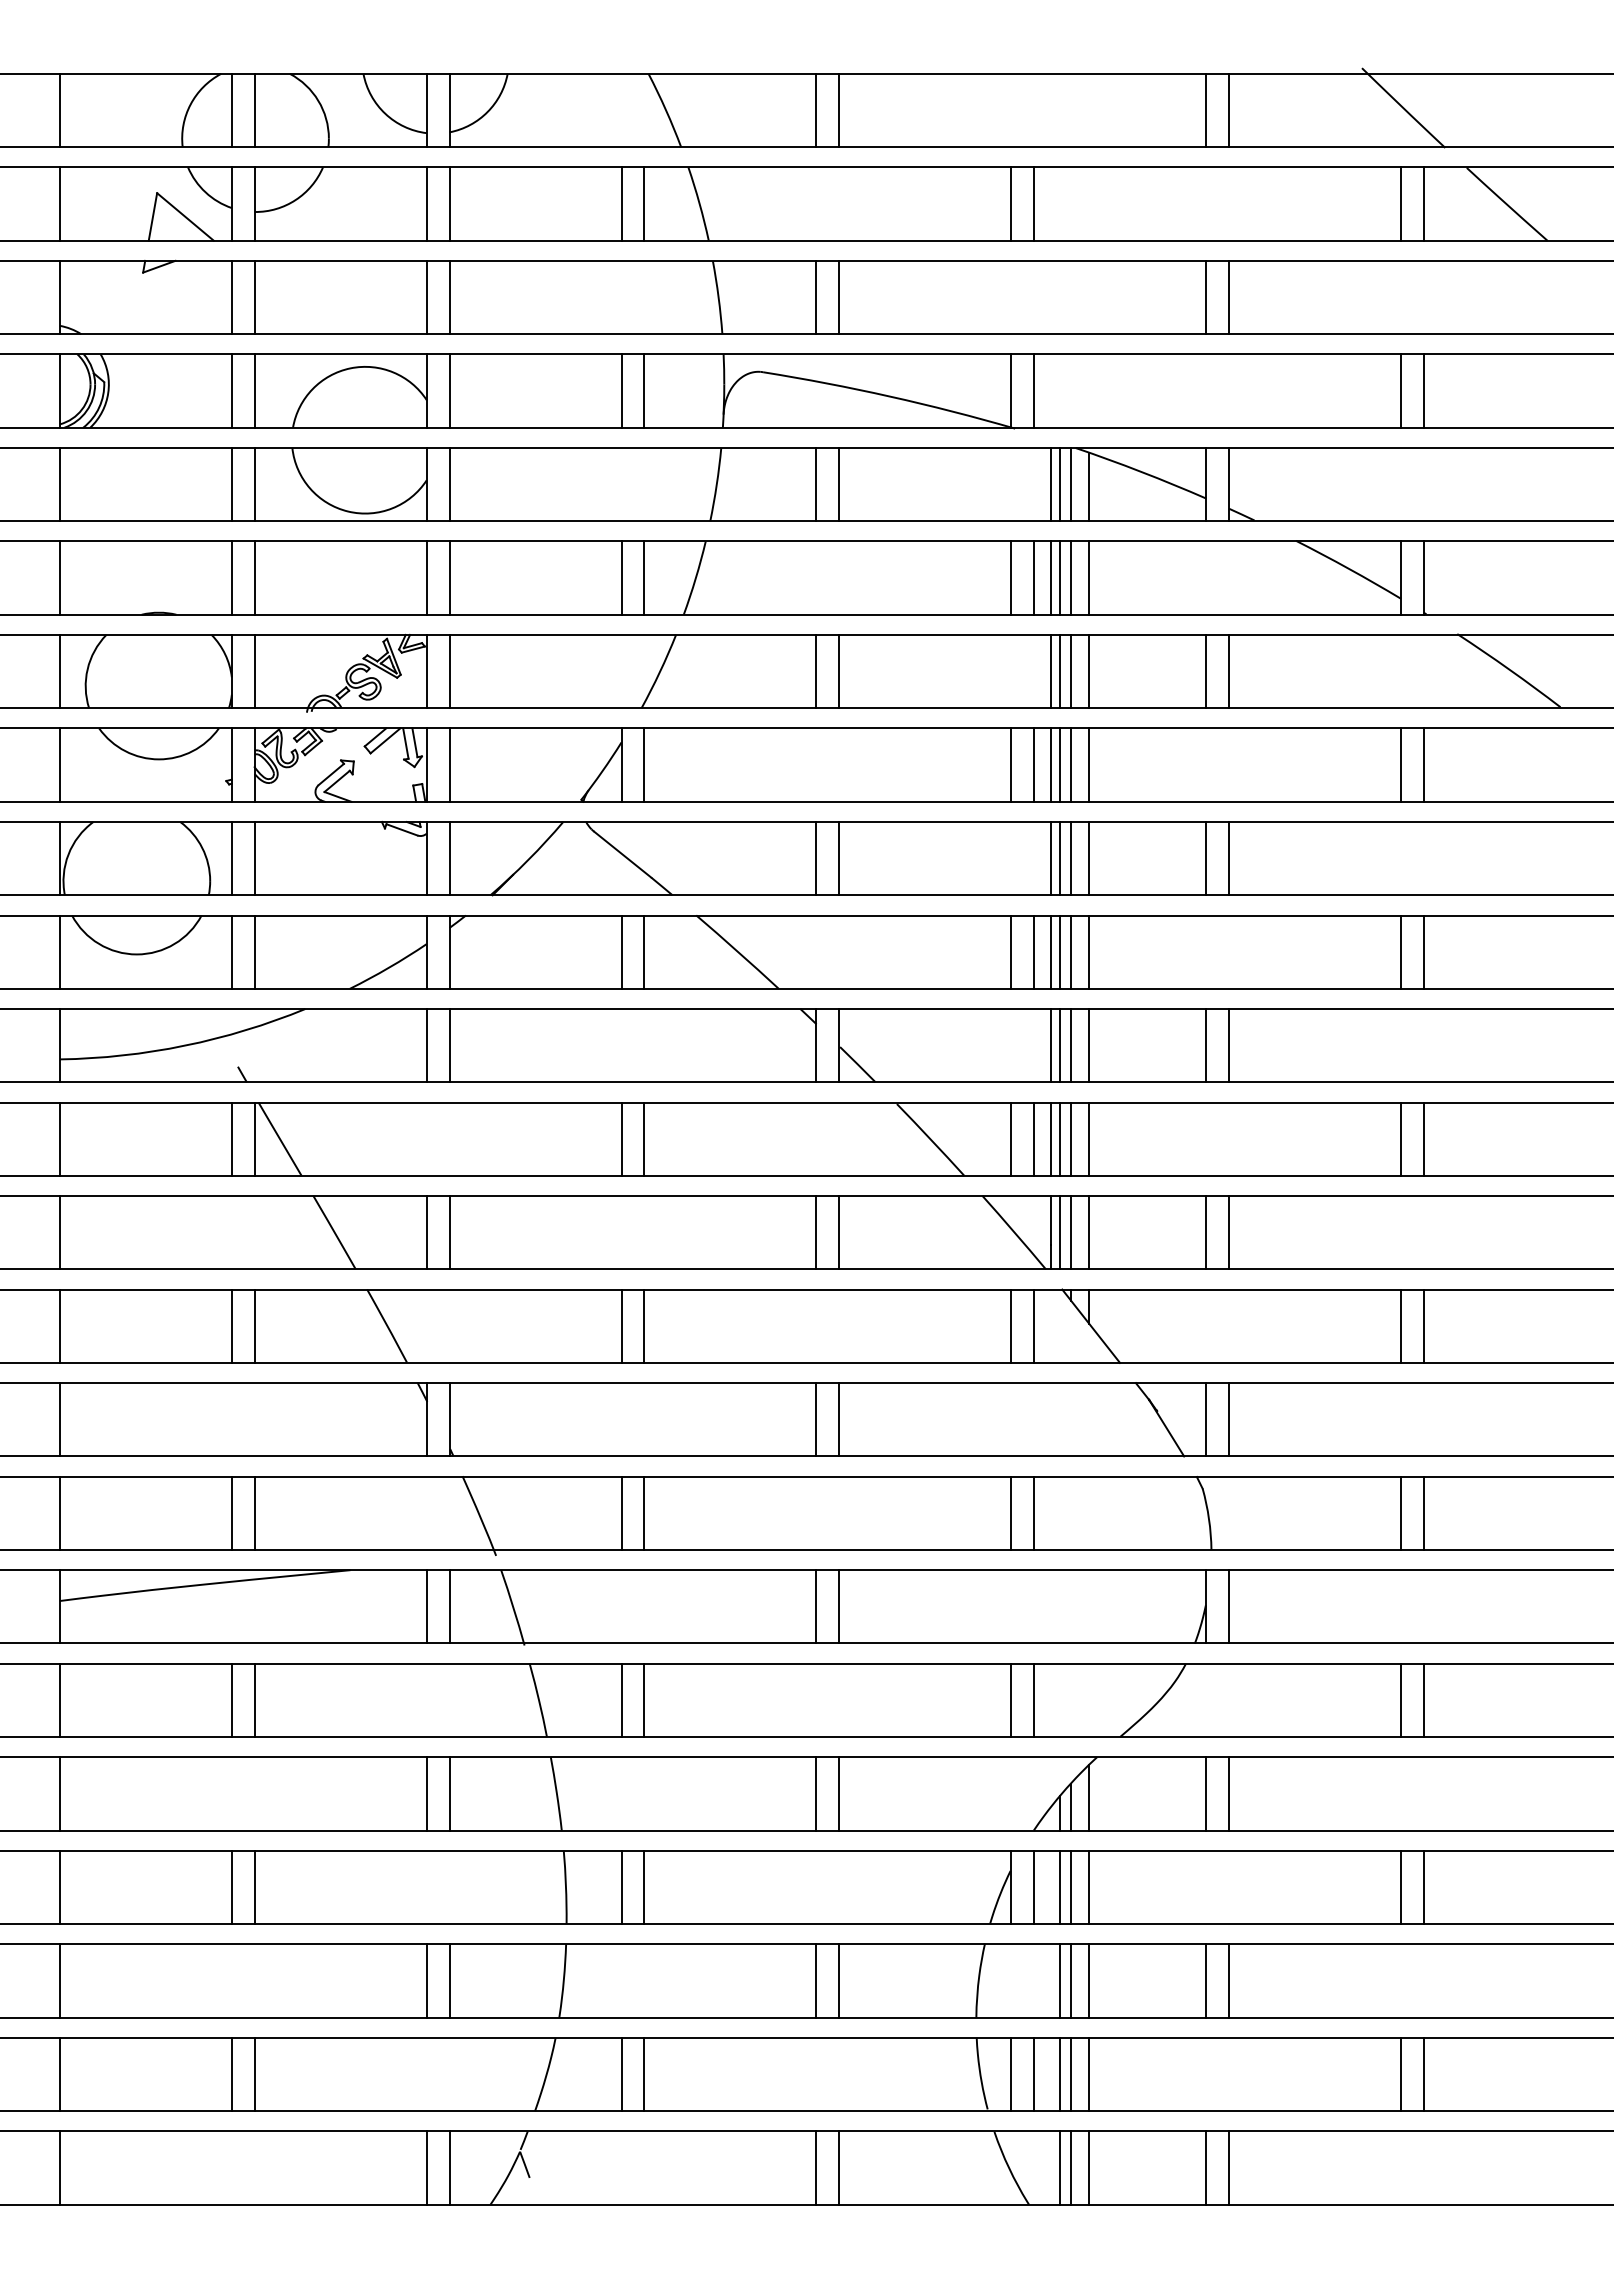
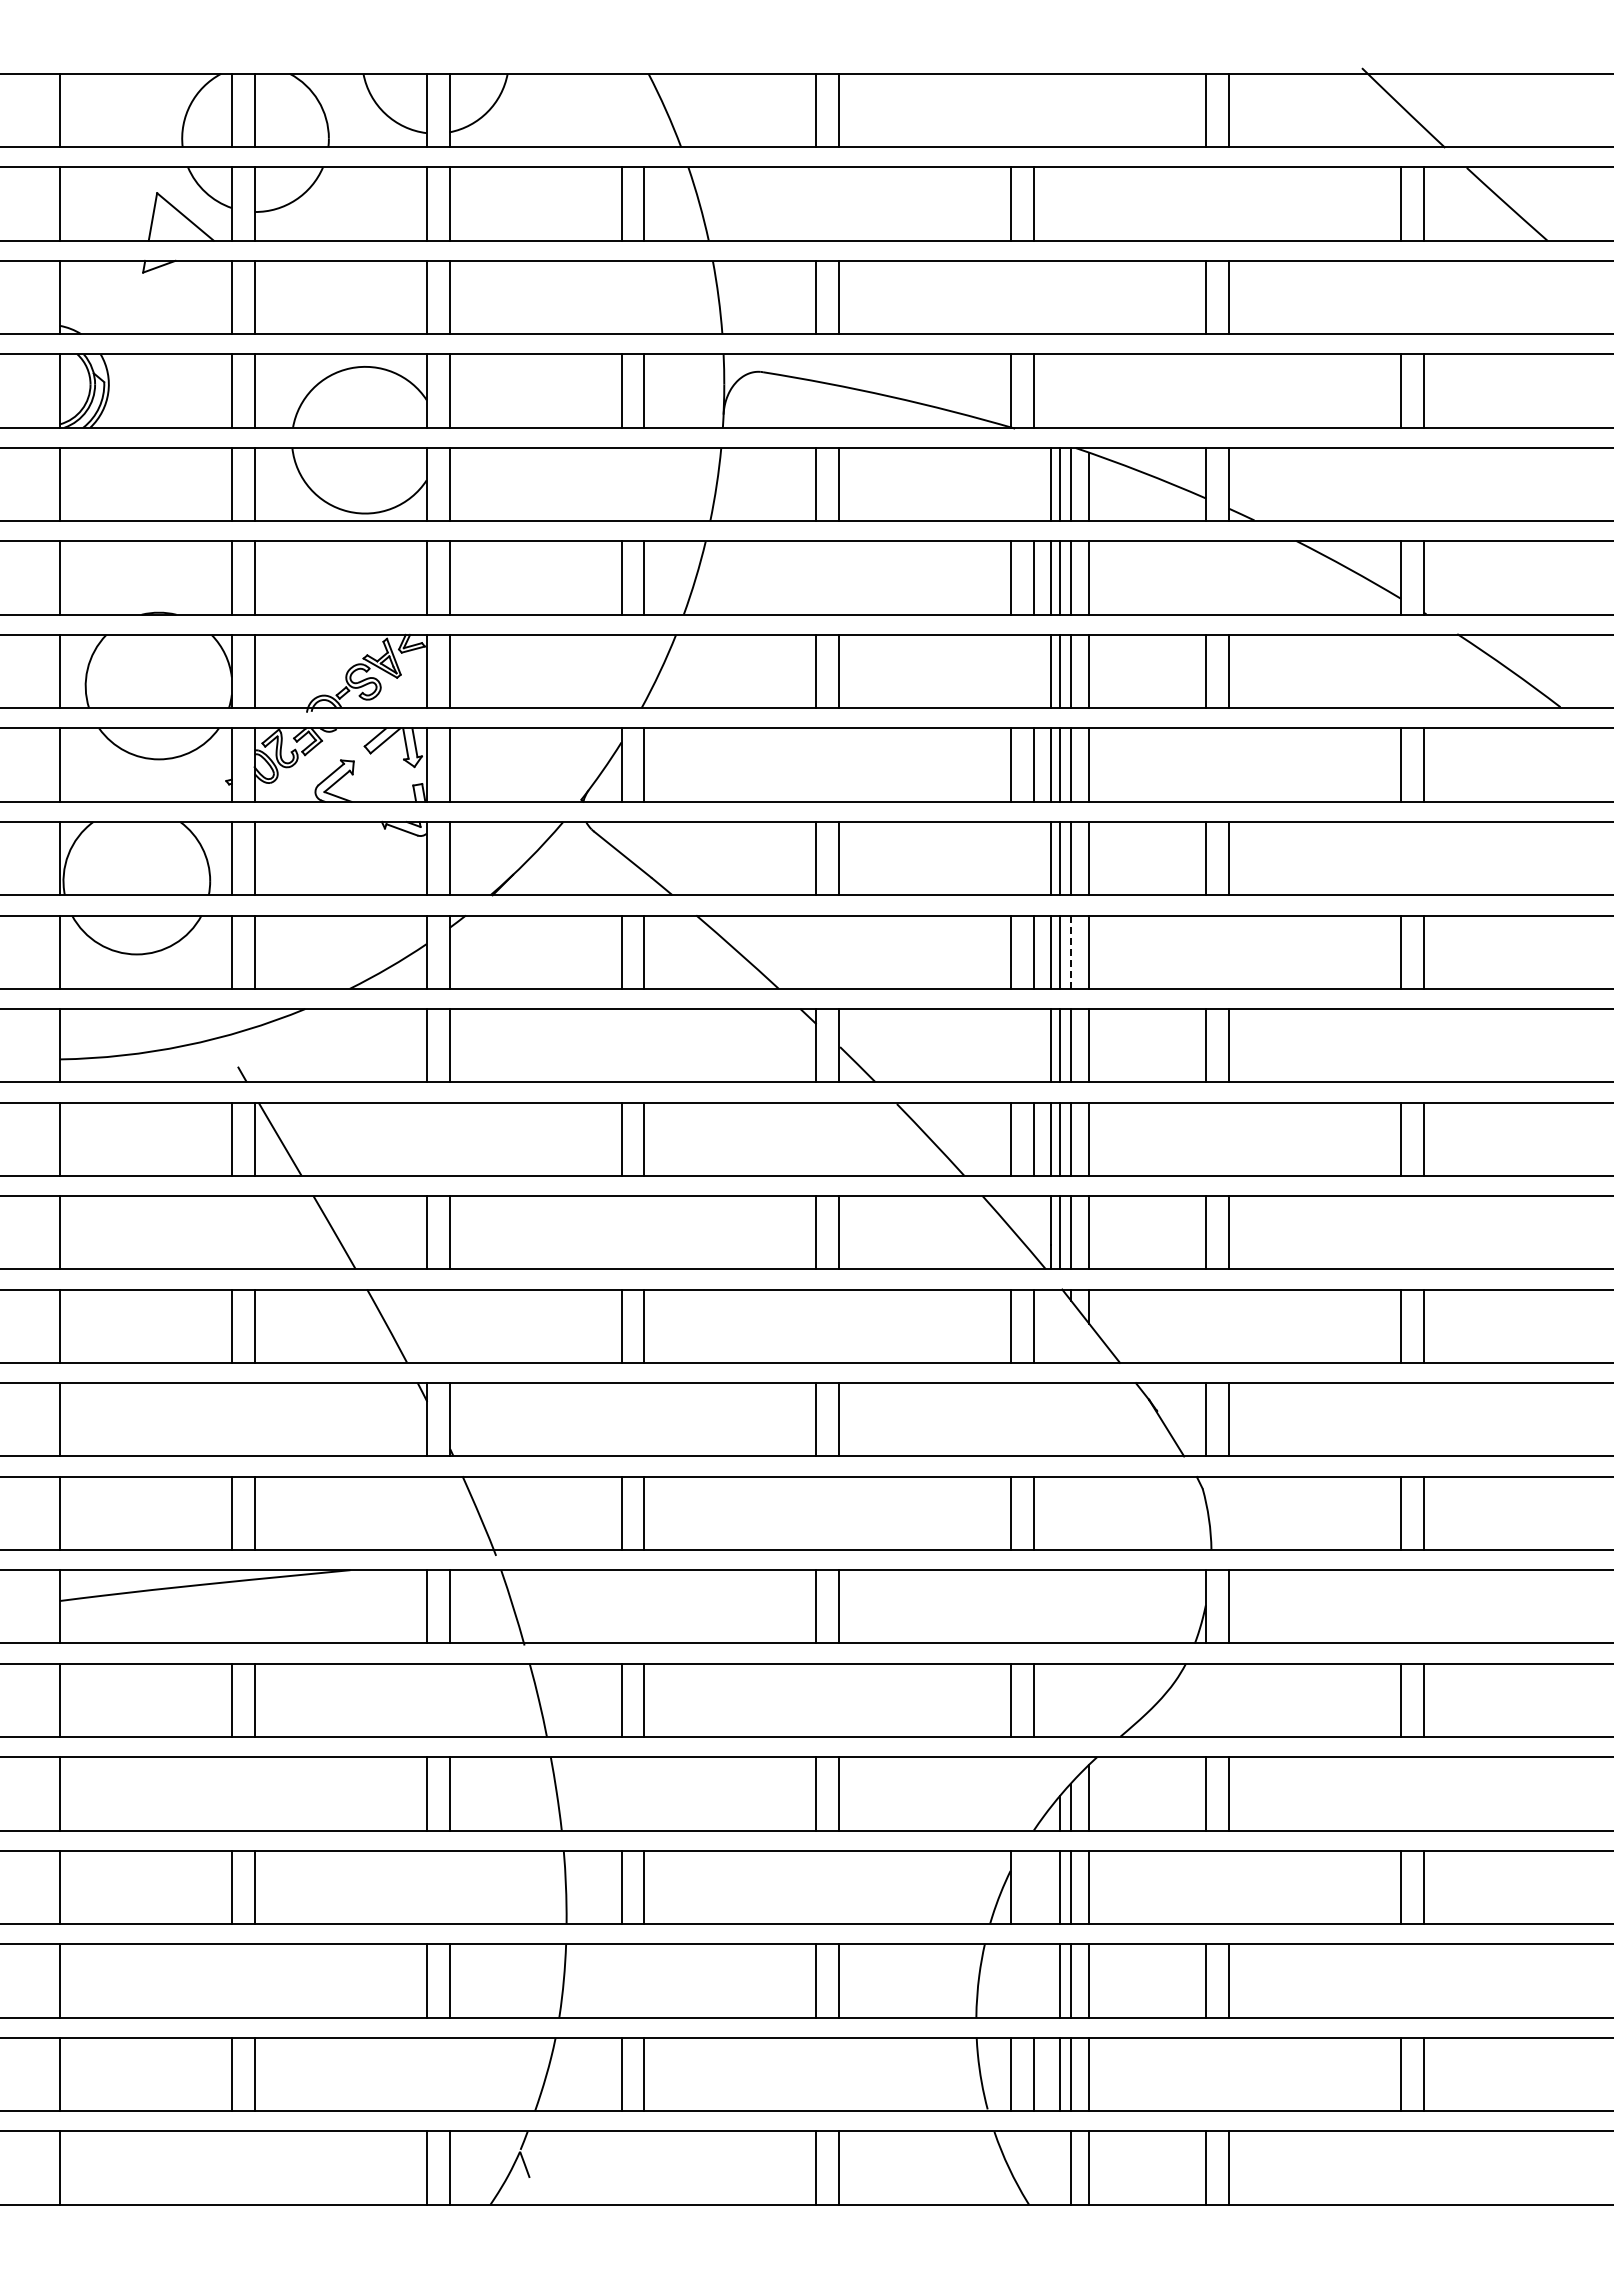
line at (1071, 952): solid -> dashed
line at (1034, 1887): present -> none
line at (1060, 2167): present -> none
